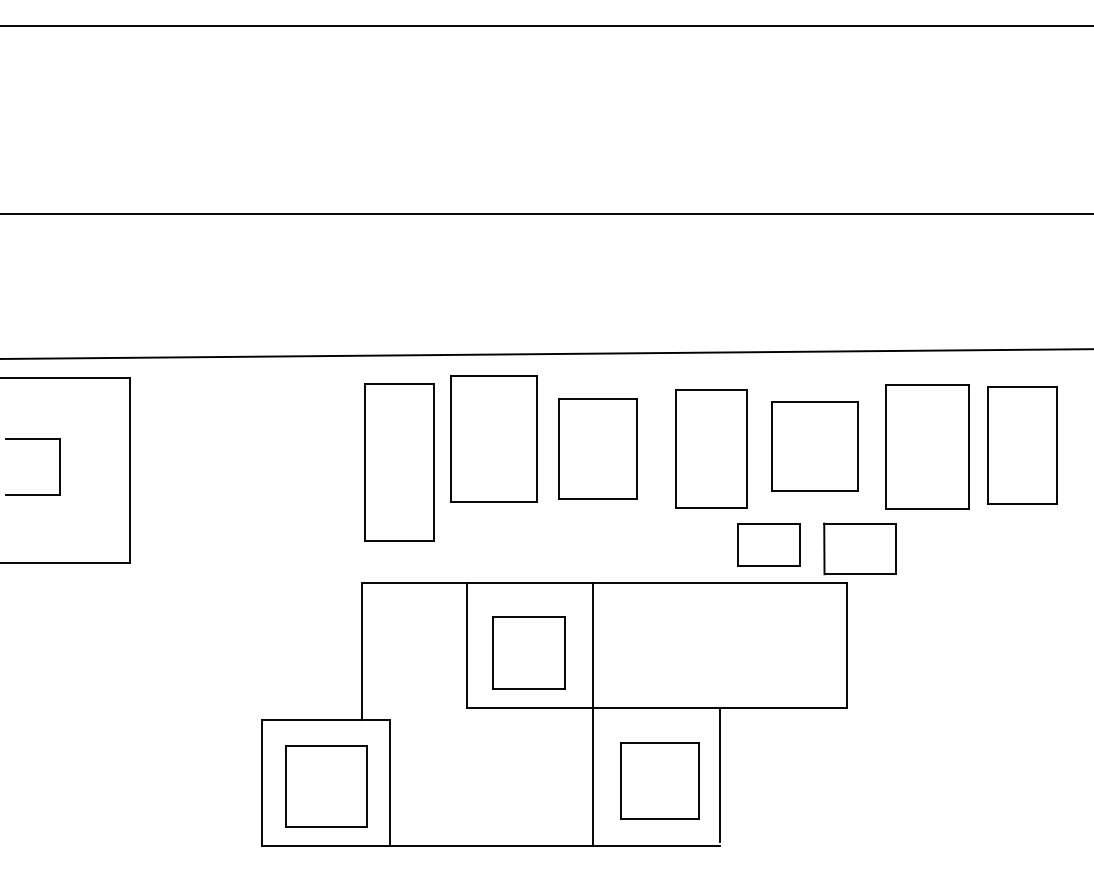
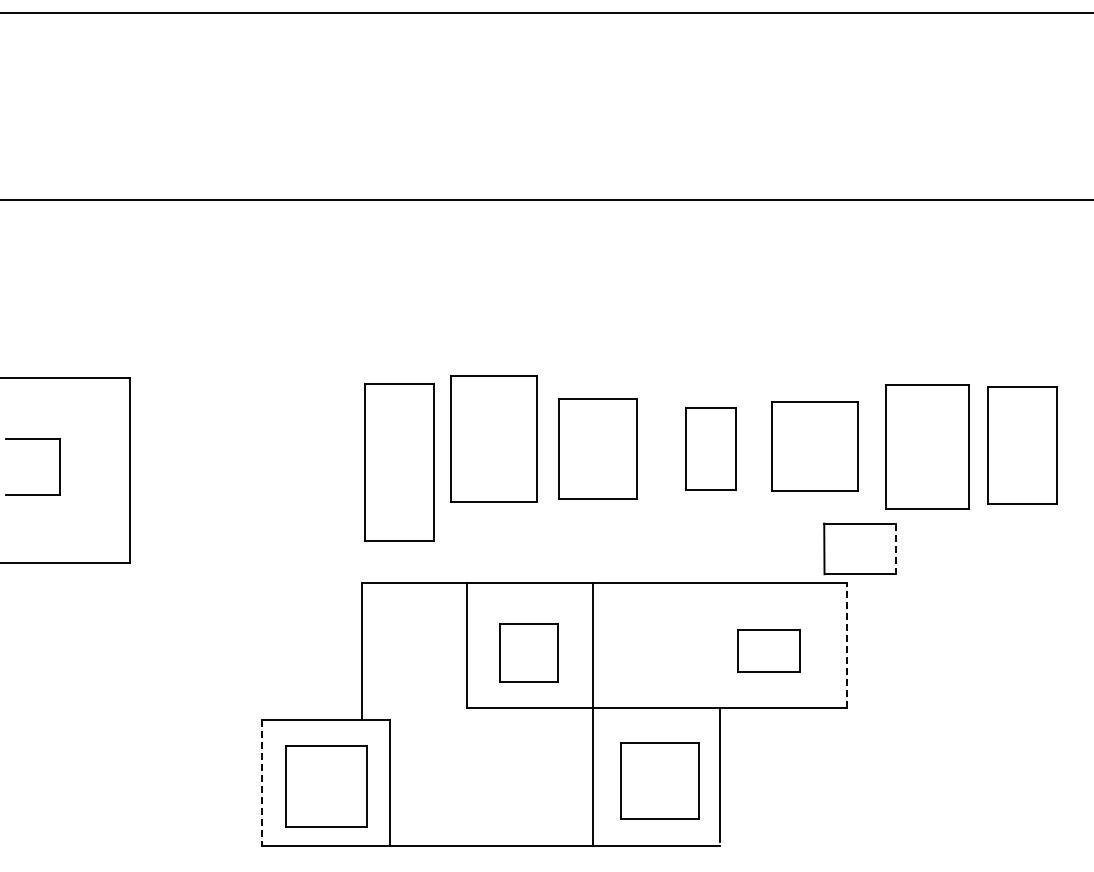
line at (546, 26) position: (546, 26) -> (546, 13)
line at (546, 214) position: (546, 214) -> (546, 200)
line at (546, 353): present -> none
part at (711, 448) size: 73x120 px -> 52x84 px
part at (768, 544) position: (768, 544) -> (768, 650)
line at (896, 549): solid -> dashed
line at (847, 645): solid -> dashed
part at (528, 652) size: 74x74 px -> 60x60 px
line at (261, 783): solid -> dashed
